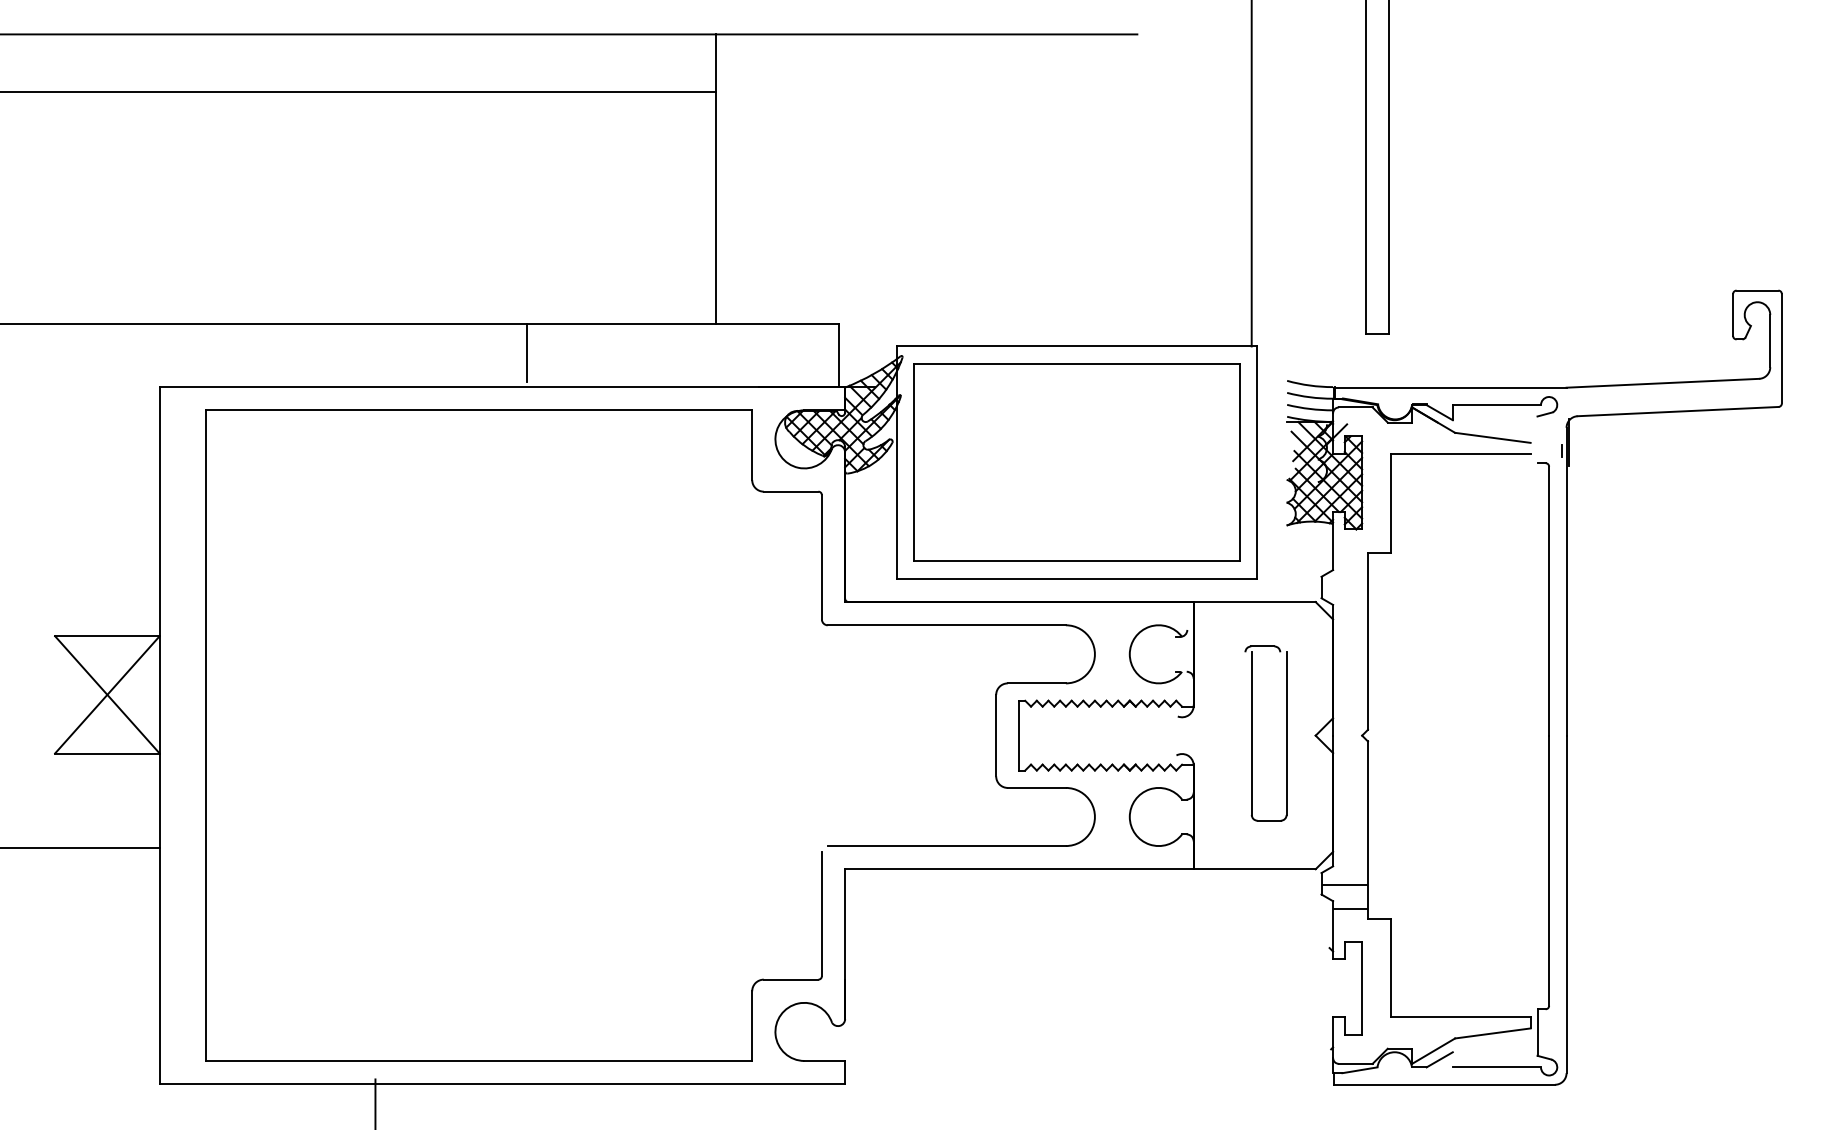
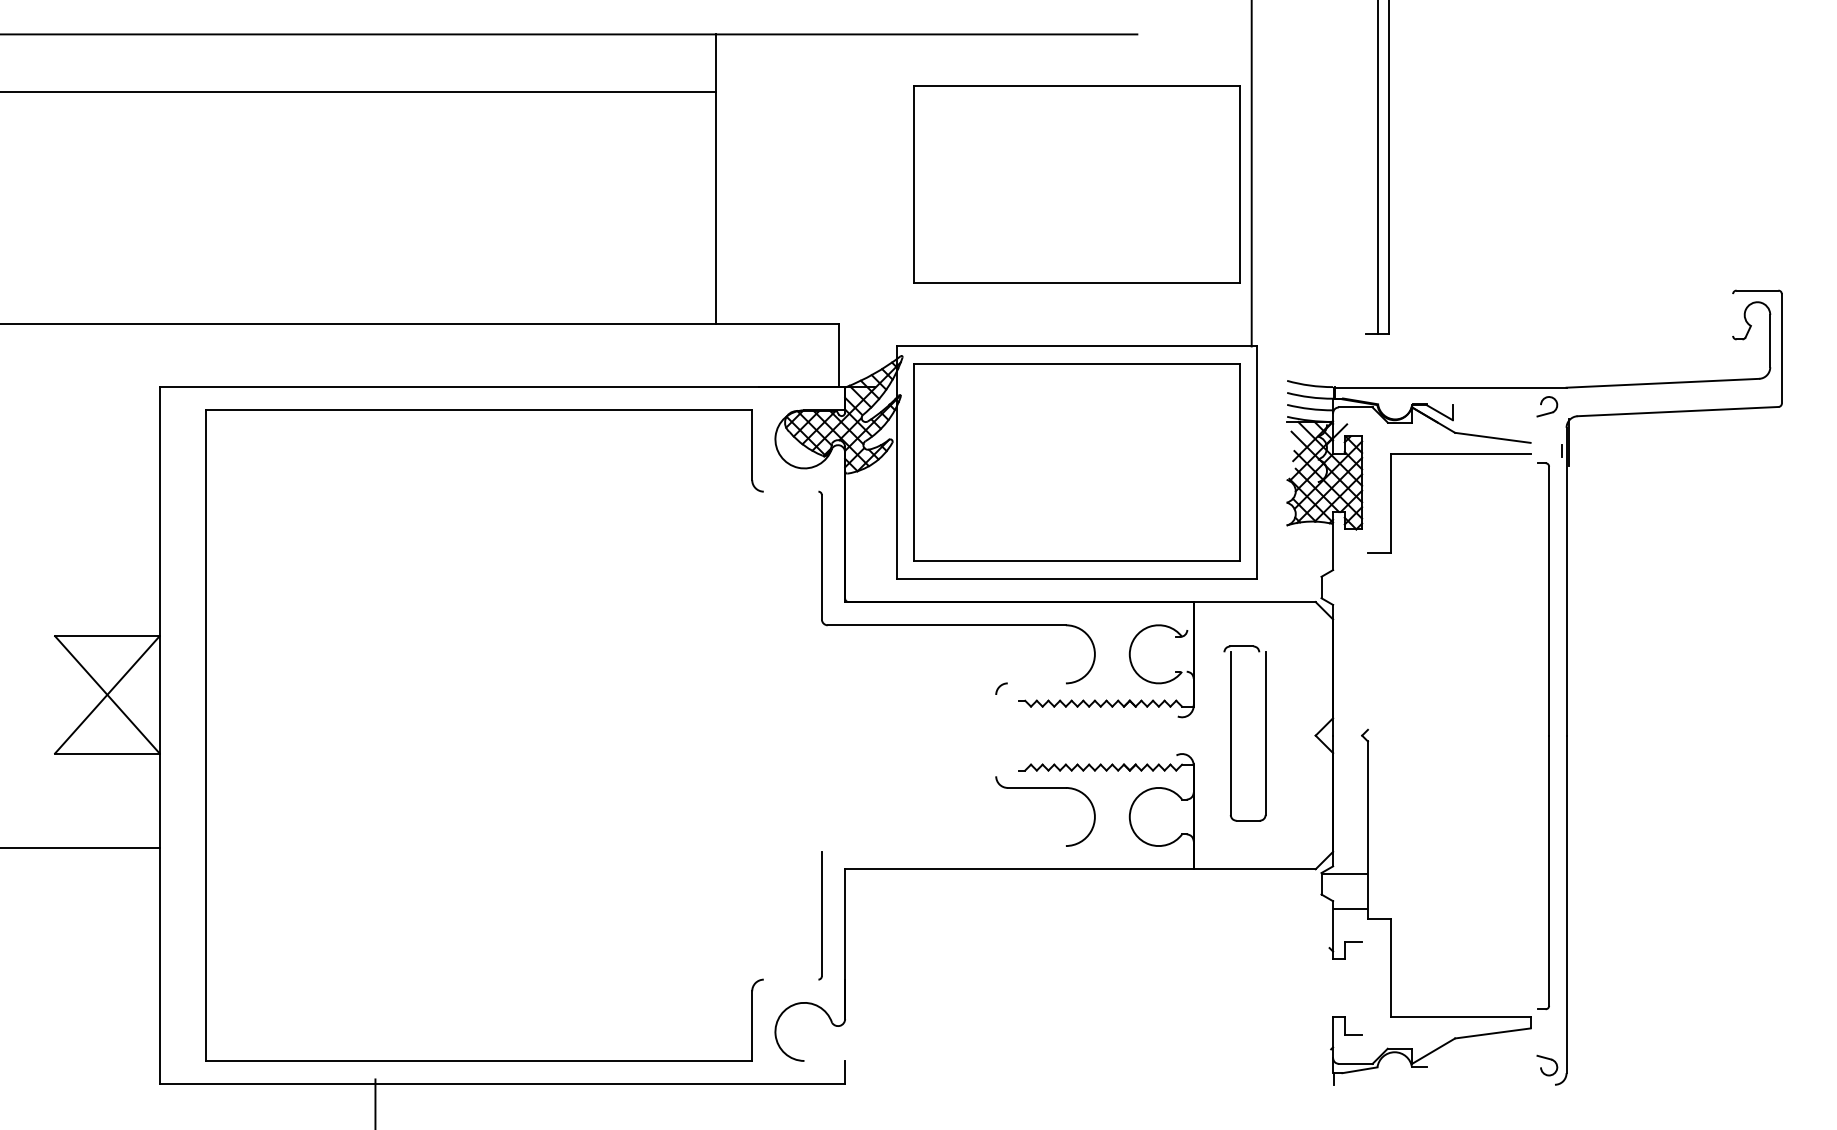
line at (1366, 167) position: (1366, 167) -> (1378, 167)
part at (1076, 184): none -> present
line at (1733, 314): present -> none
line at (527, 353): present -> none
line at (1496, 405): present -> none
line at (790, 491): present -> none
line at (1367, 640): present -> none
line at (1036, 683): present -> none
part at (1252, 733) position: (1252, 733) -> (1231, 733)
line at (996, 735): present -> none
line at (1019, 735): present -> none
line at (946, 846): present -> none
line at (1344, 884) position: (1344, 884) -> (1344, 873)
line at (790, 979): present -> none
line at (1362, 987): present -> none
line at (1537, 1032): present -> none
line at (1439, 1059): present -> none
line at (824, 1060): present -> none
line at (1496, 1067): present -> none
line at (1444, 1084): present -> none
